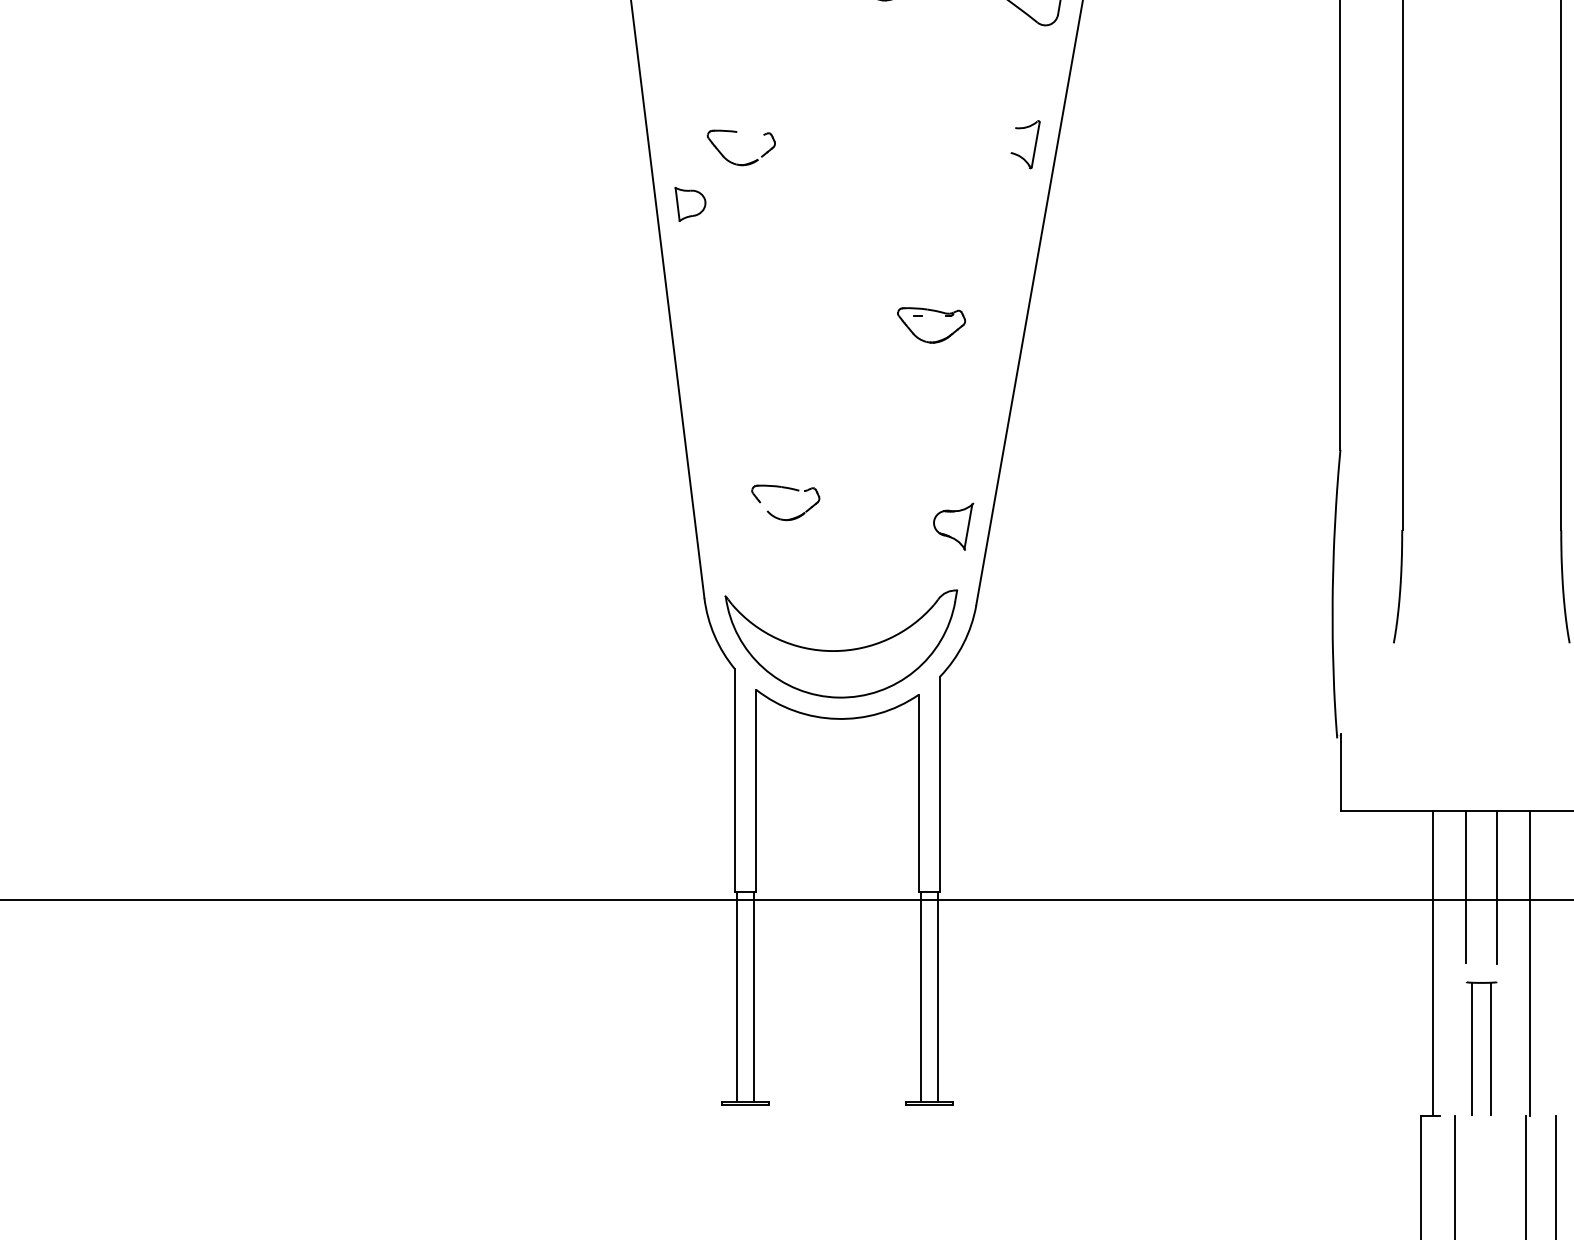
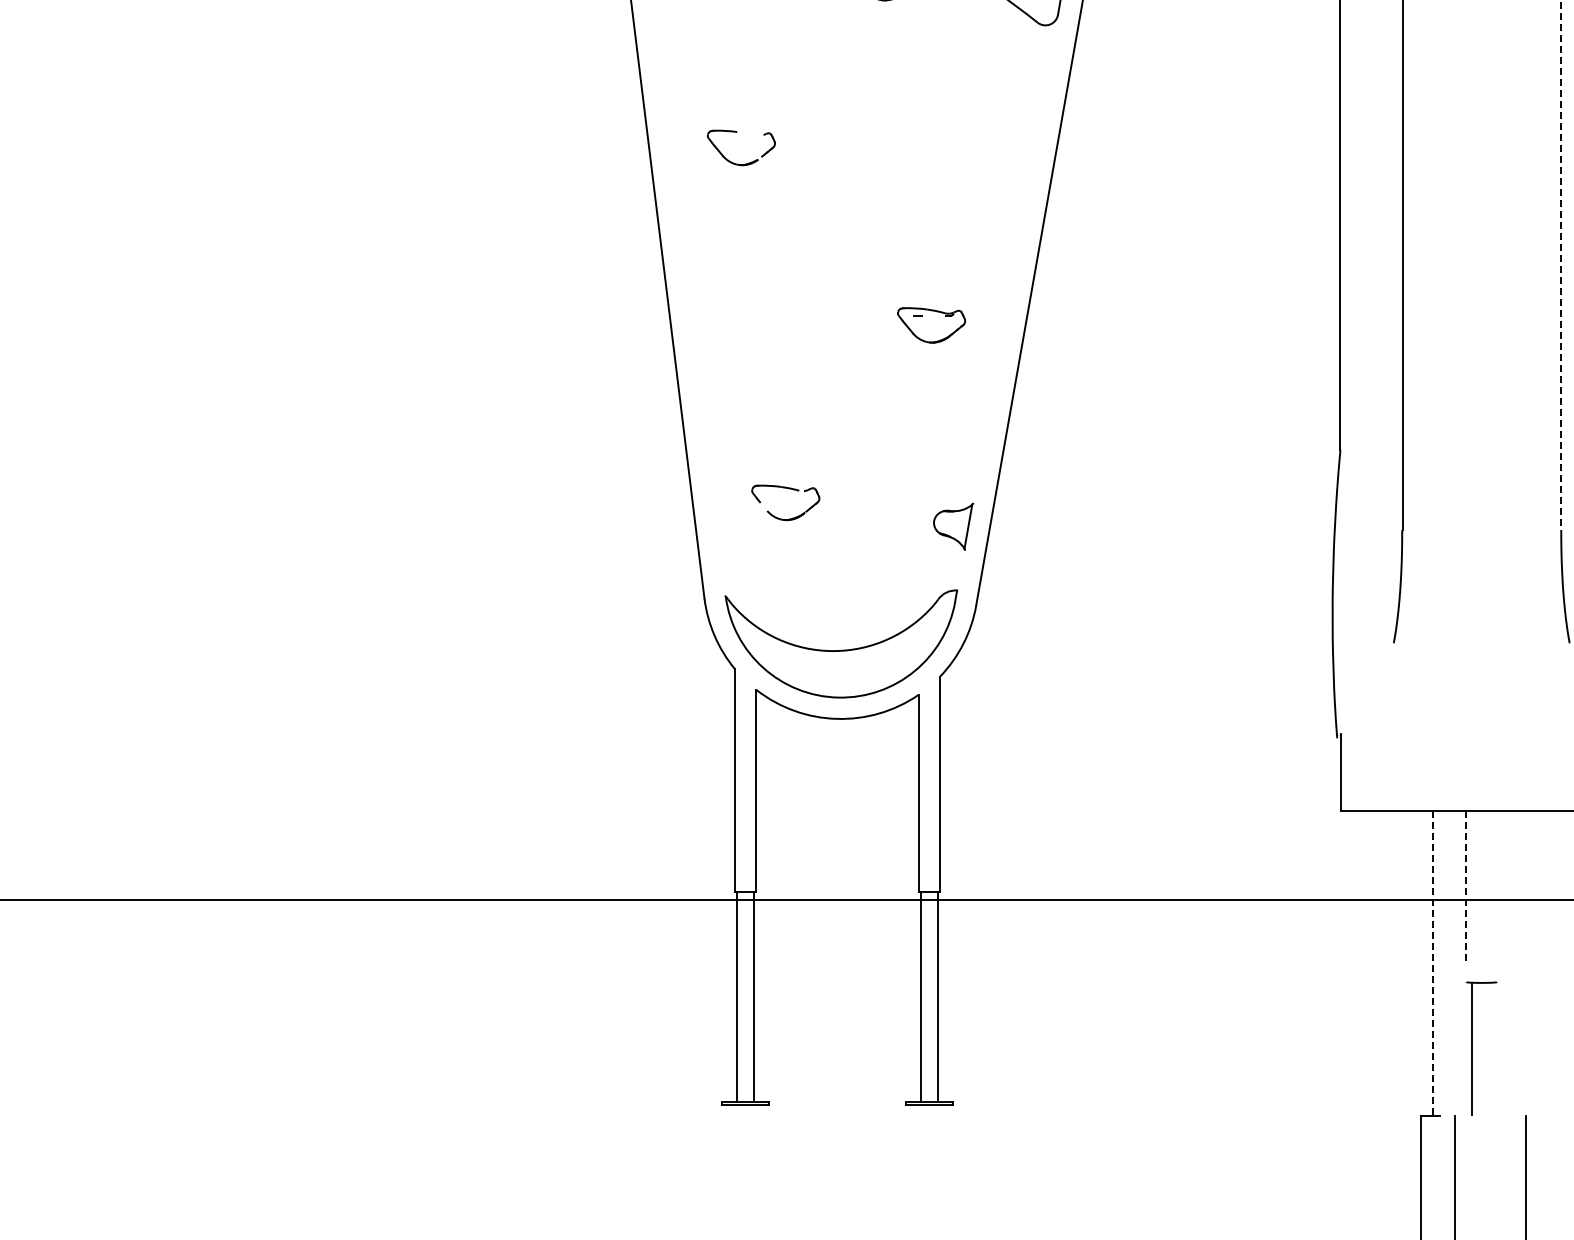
part at (1034, 144): present -> none
part at (690, 203): present -> none
line at (1560, 265): solid -> dashed
line at (1466, 887): solid -> dashed
line at (1497, 887): present -> none
line at (1530, 962): present -> none
line at (1432, 963): solid -> dashed
line at (1491, 1048): present -> none
line at (1555, 1175): present -> none
